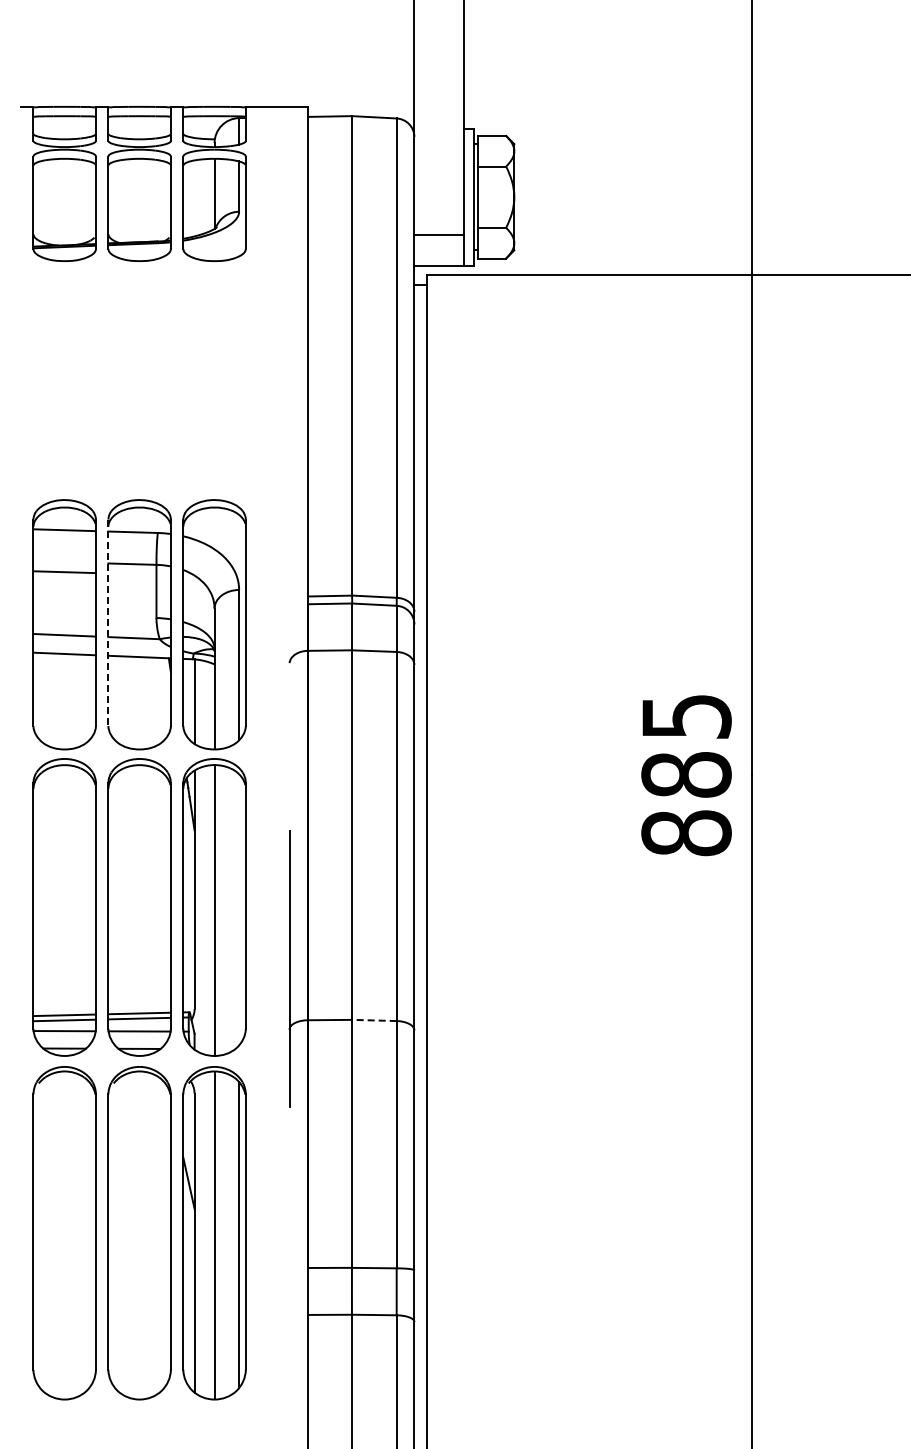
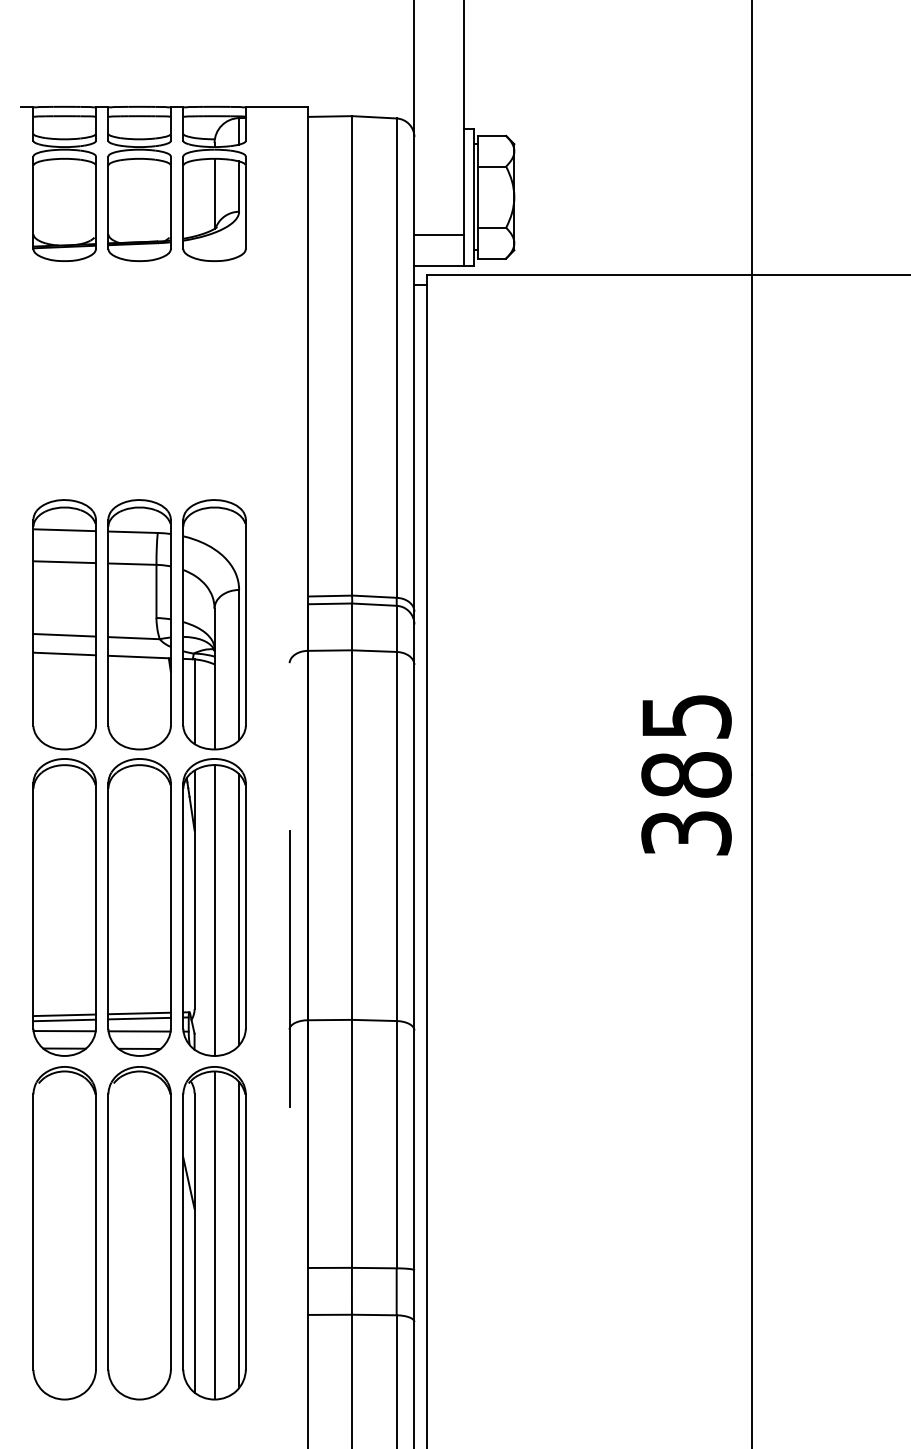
line at (64, 572) position: (64, 572) -> (64, 562)
line at (108, 623): dashed -> solid
text at (686, 833): 885 -> 385
line at (239, 909): none -> present
line at (373, 1020): dashed -> solid
